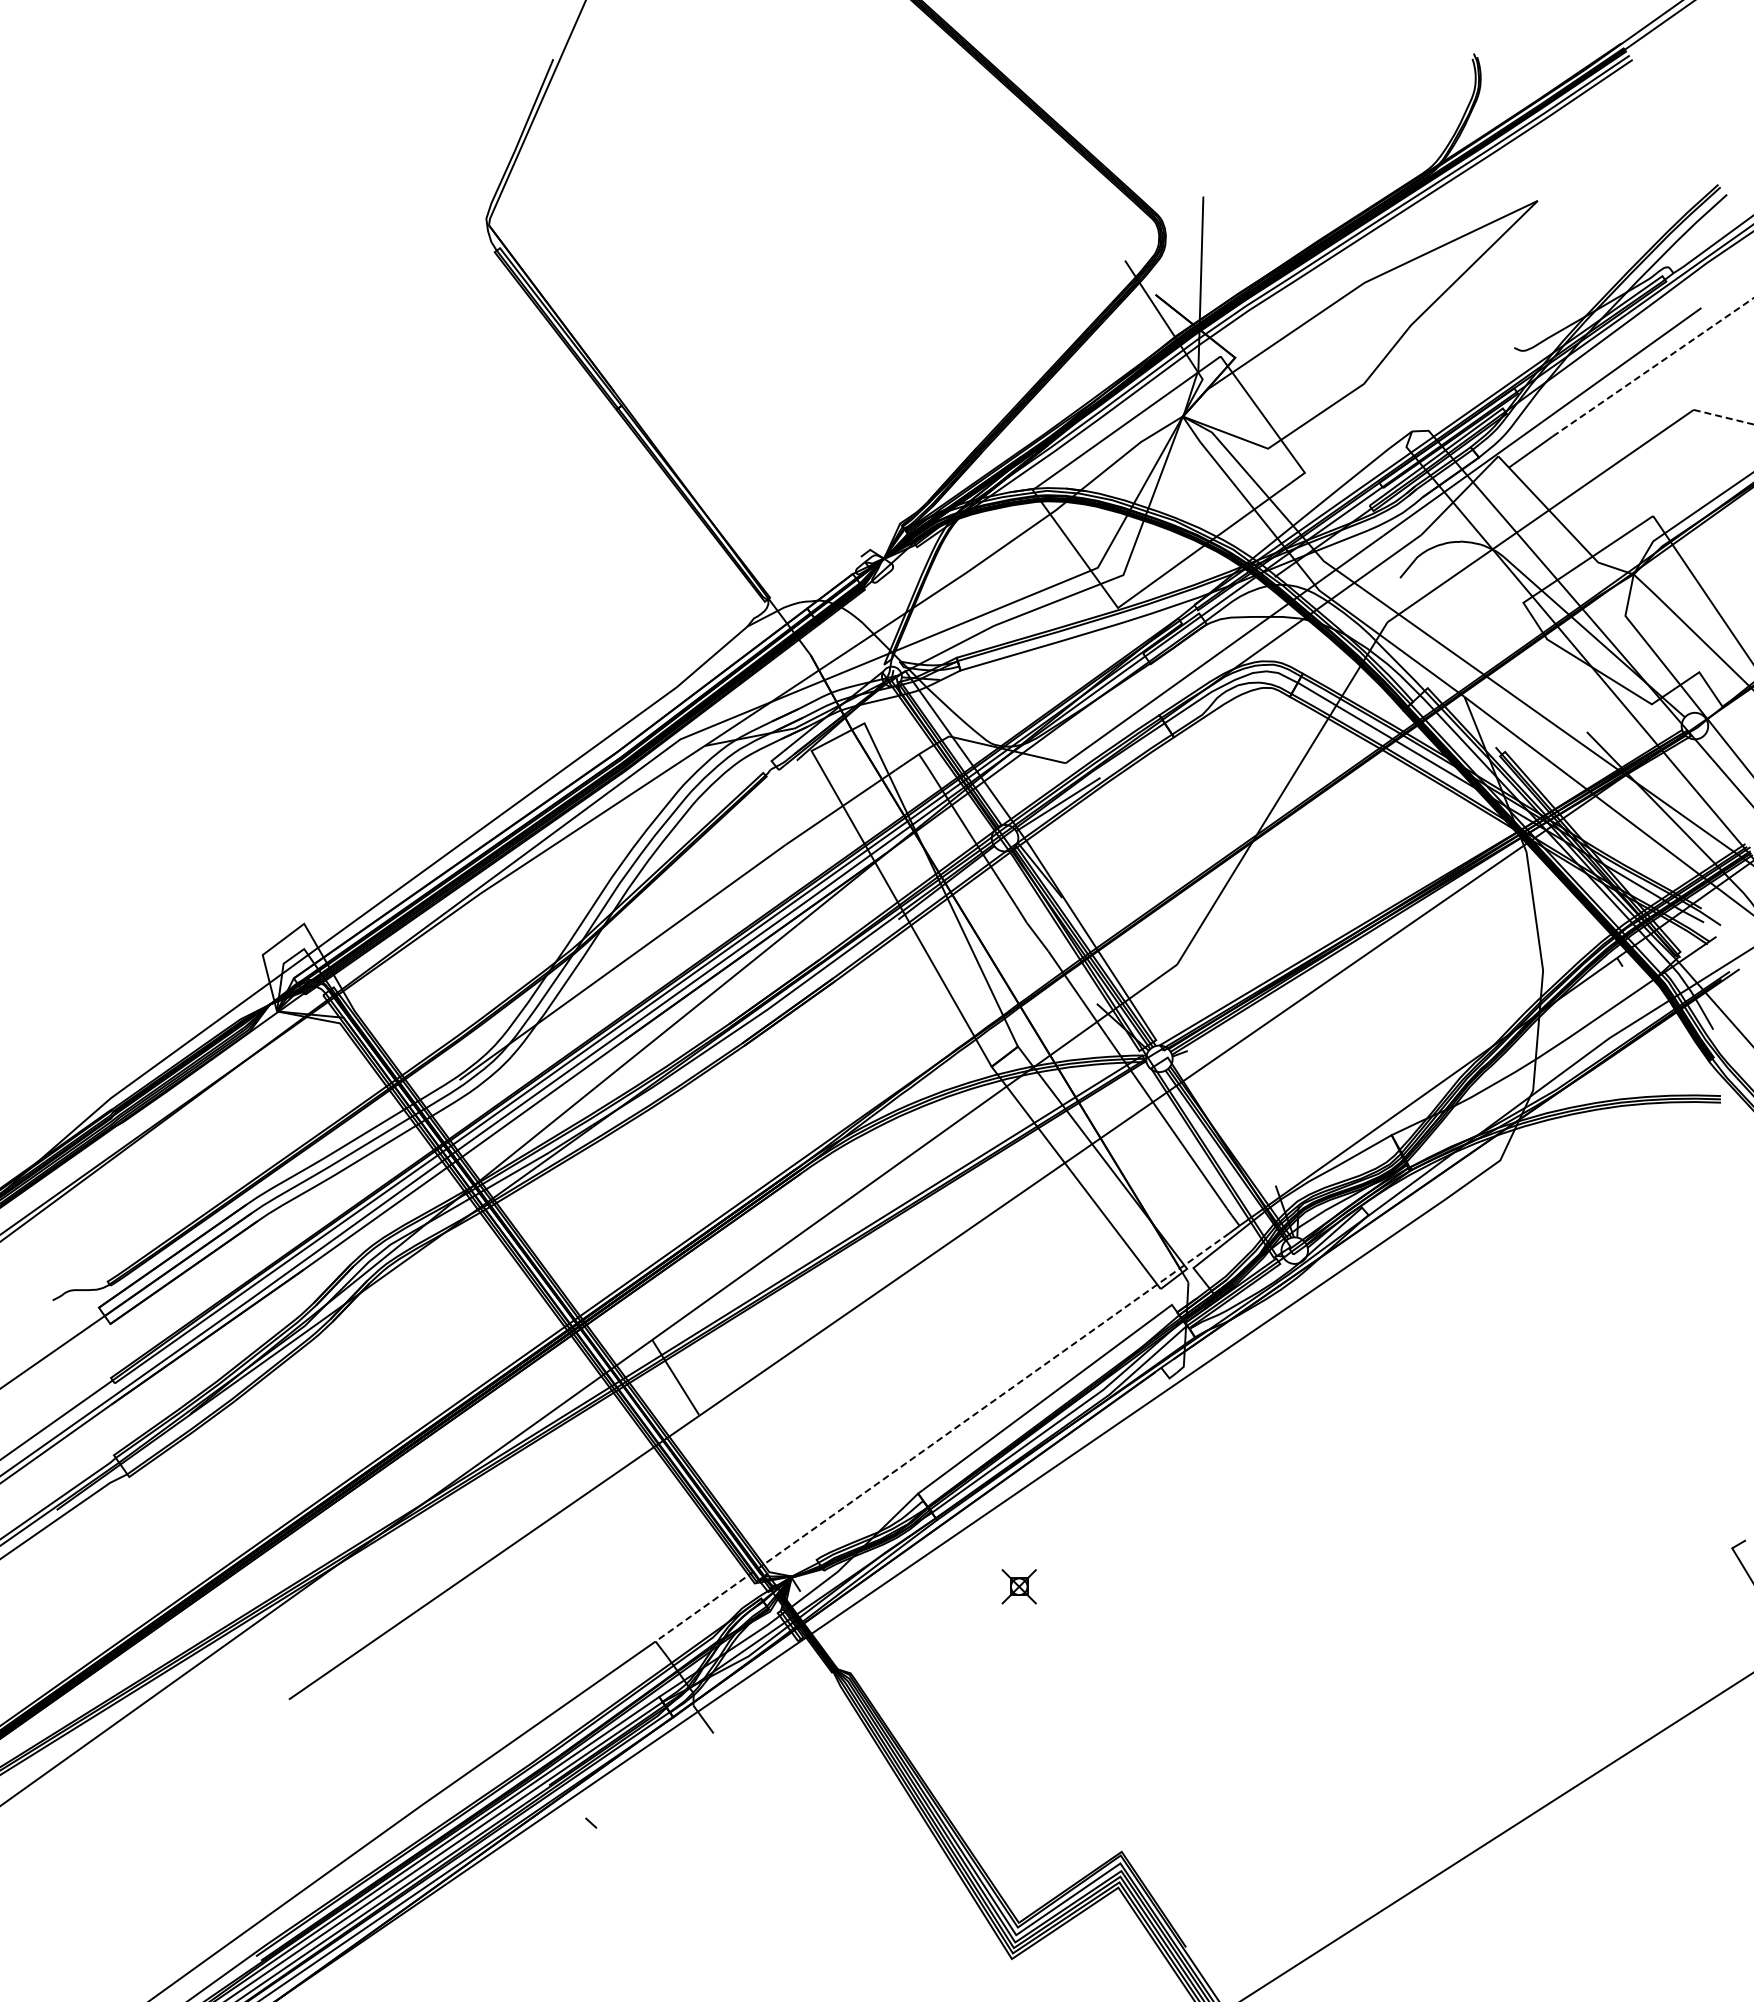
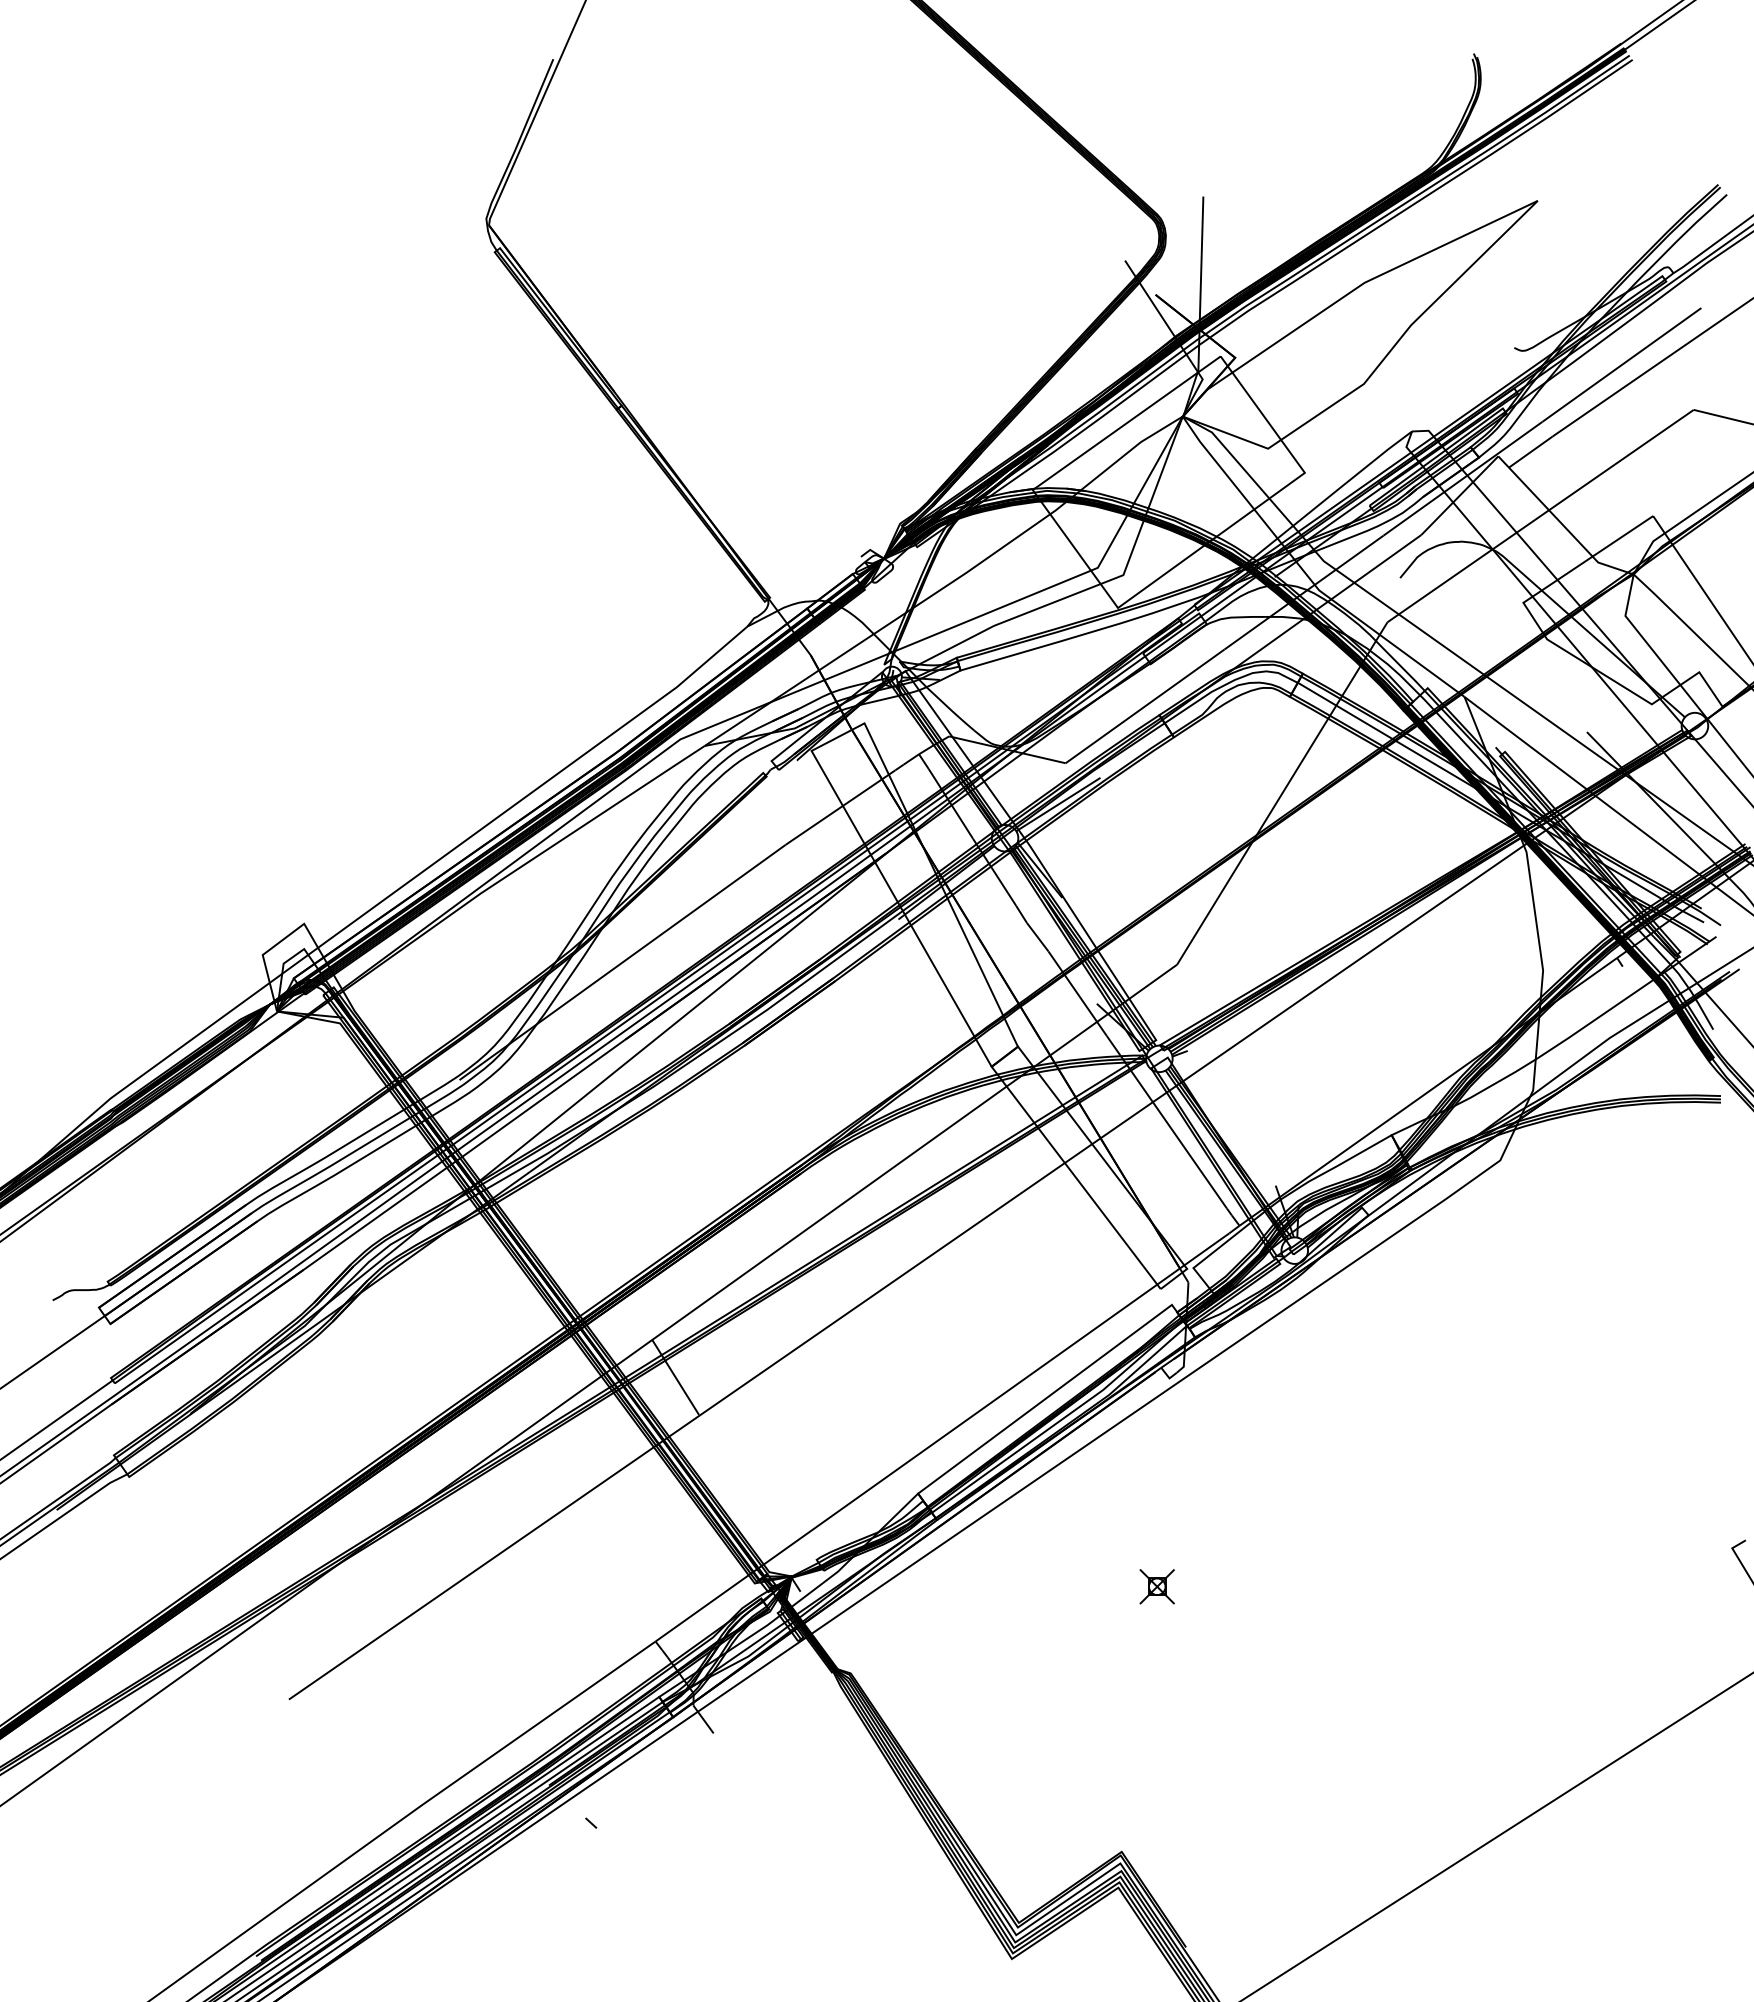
line at (1653, 367): dashed -> solid
line at (1723, 417): dashed -> solid
line at (942, 1437): dashed -> solid
part at (1018, 1586) position: (1018, 1586) -> (1156, 1586)
